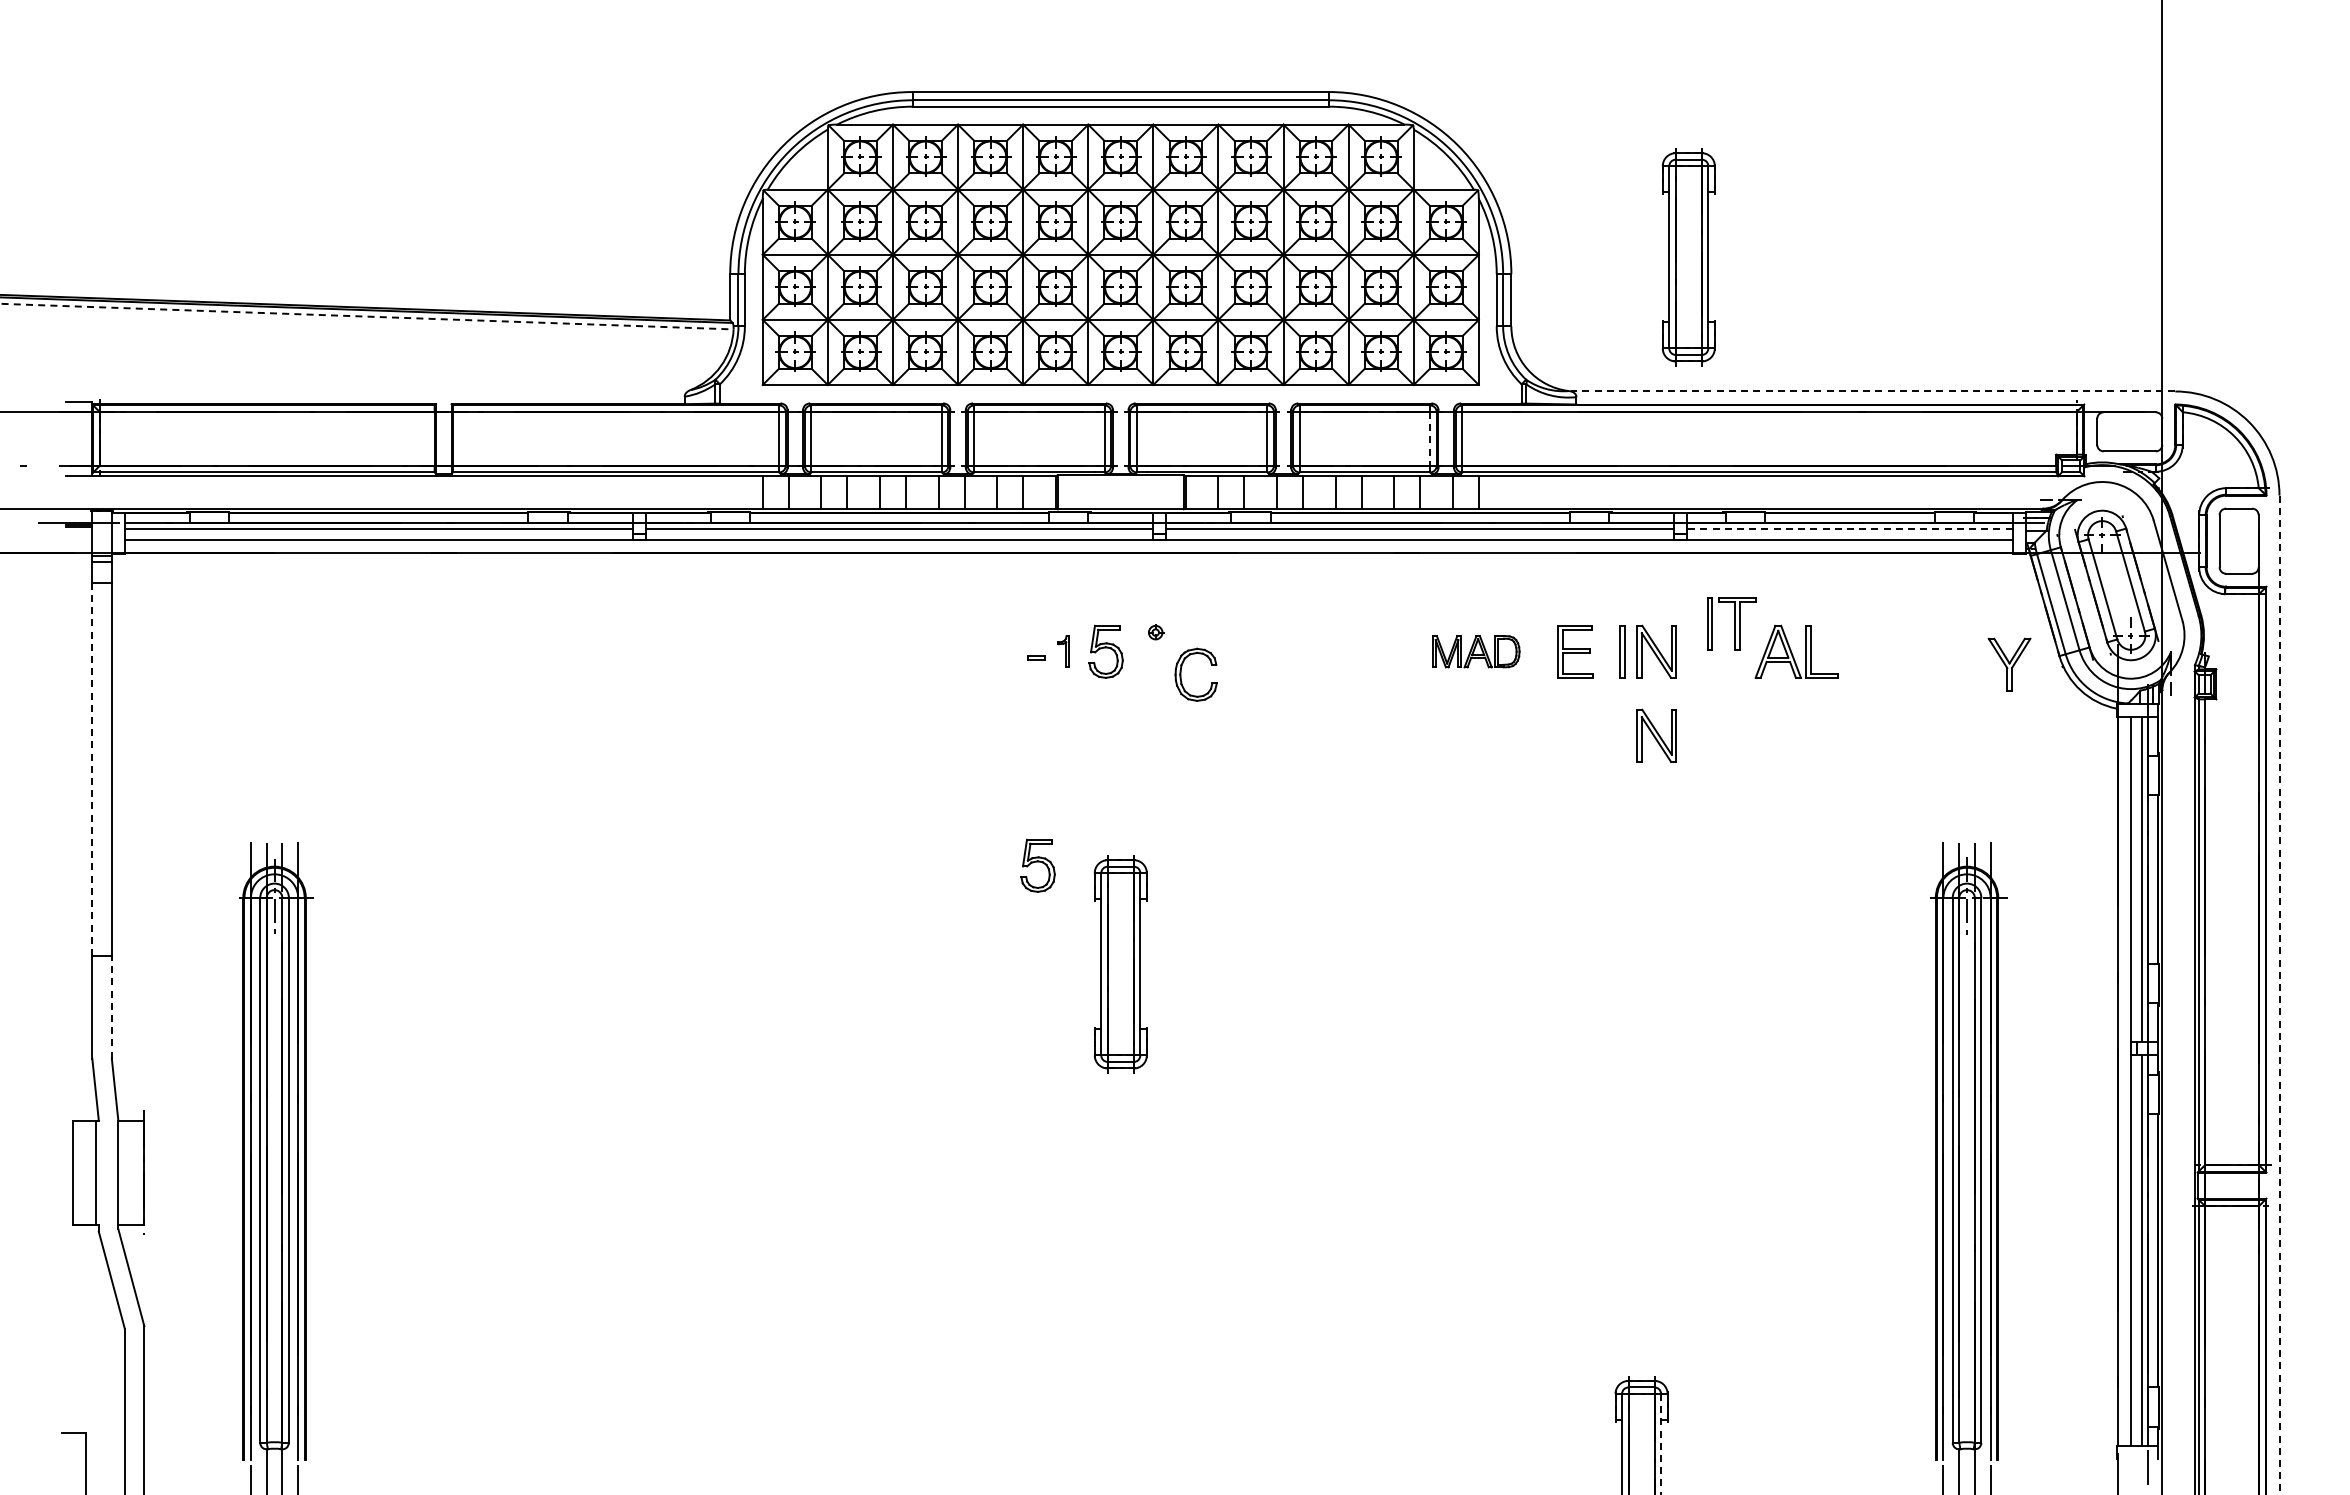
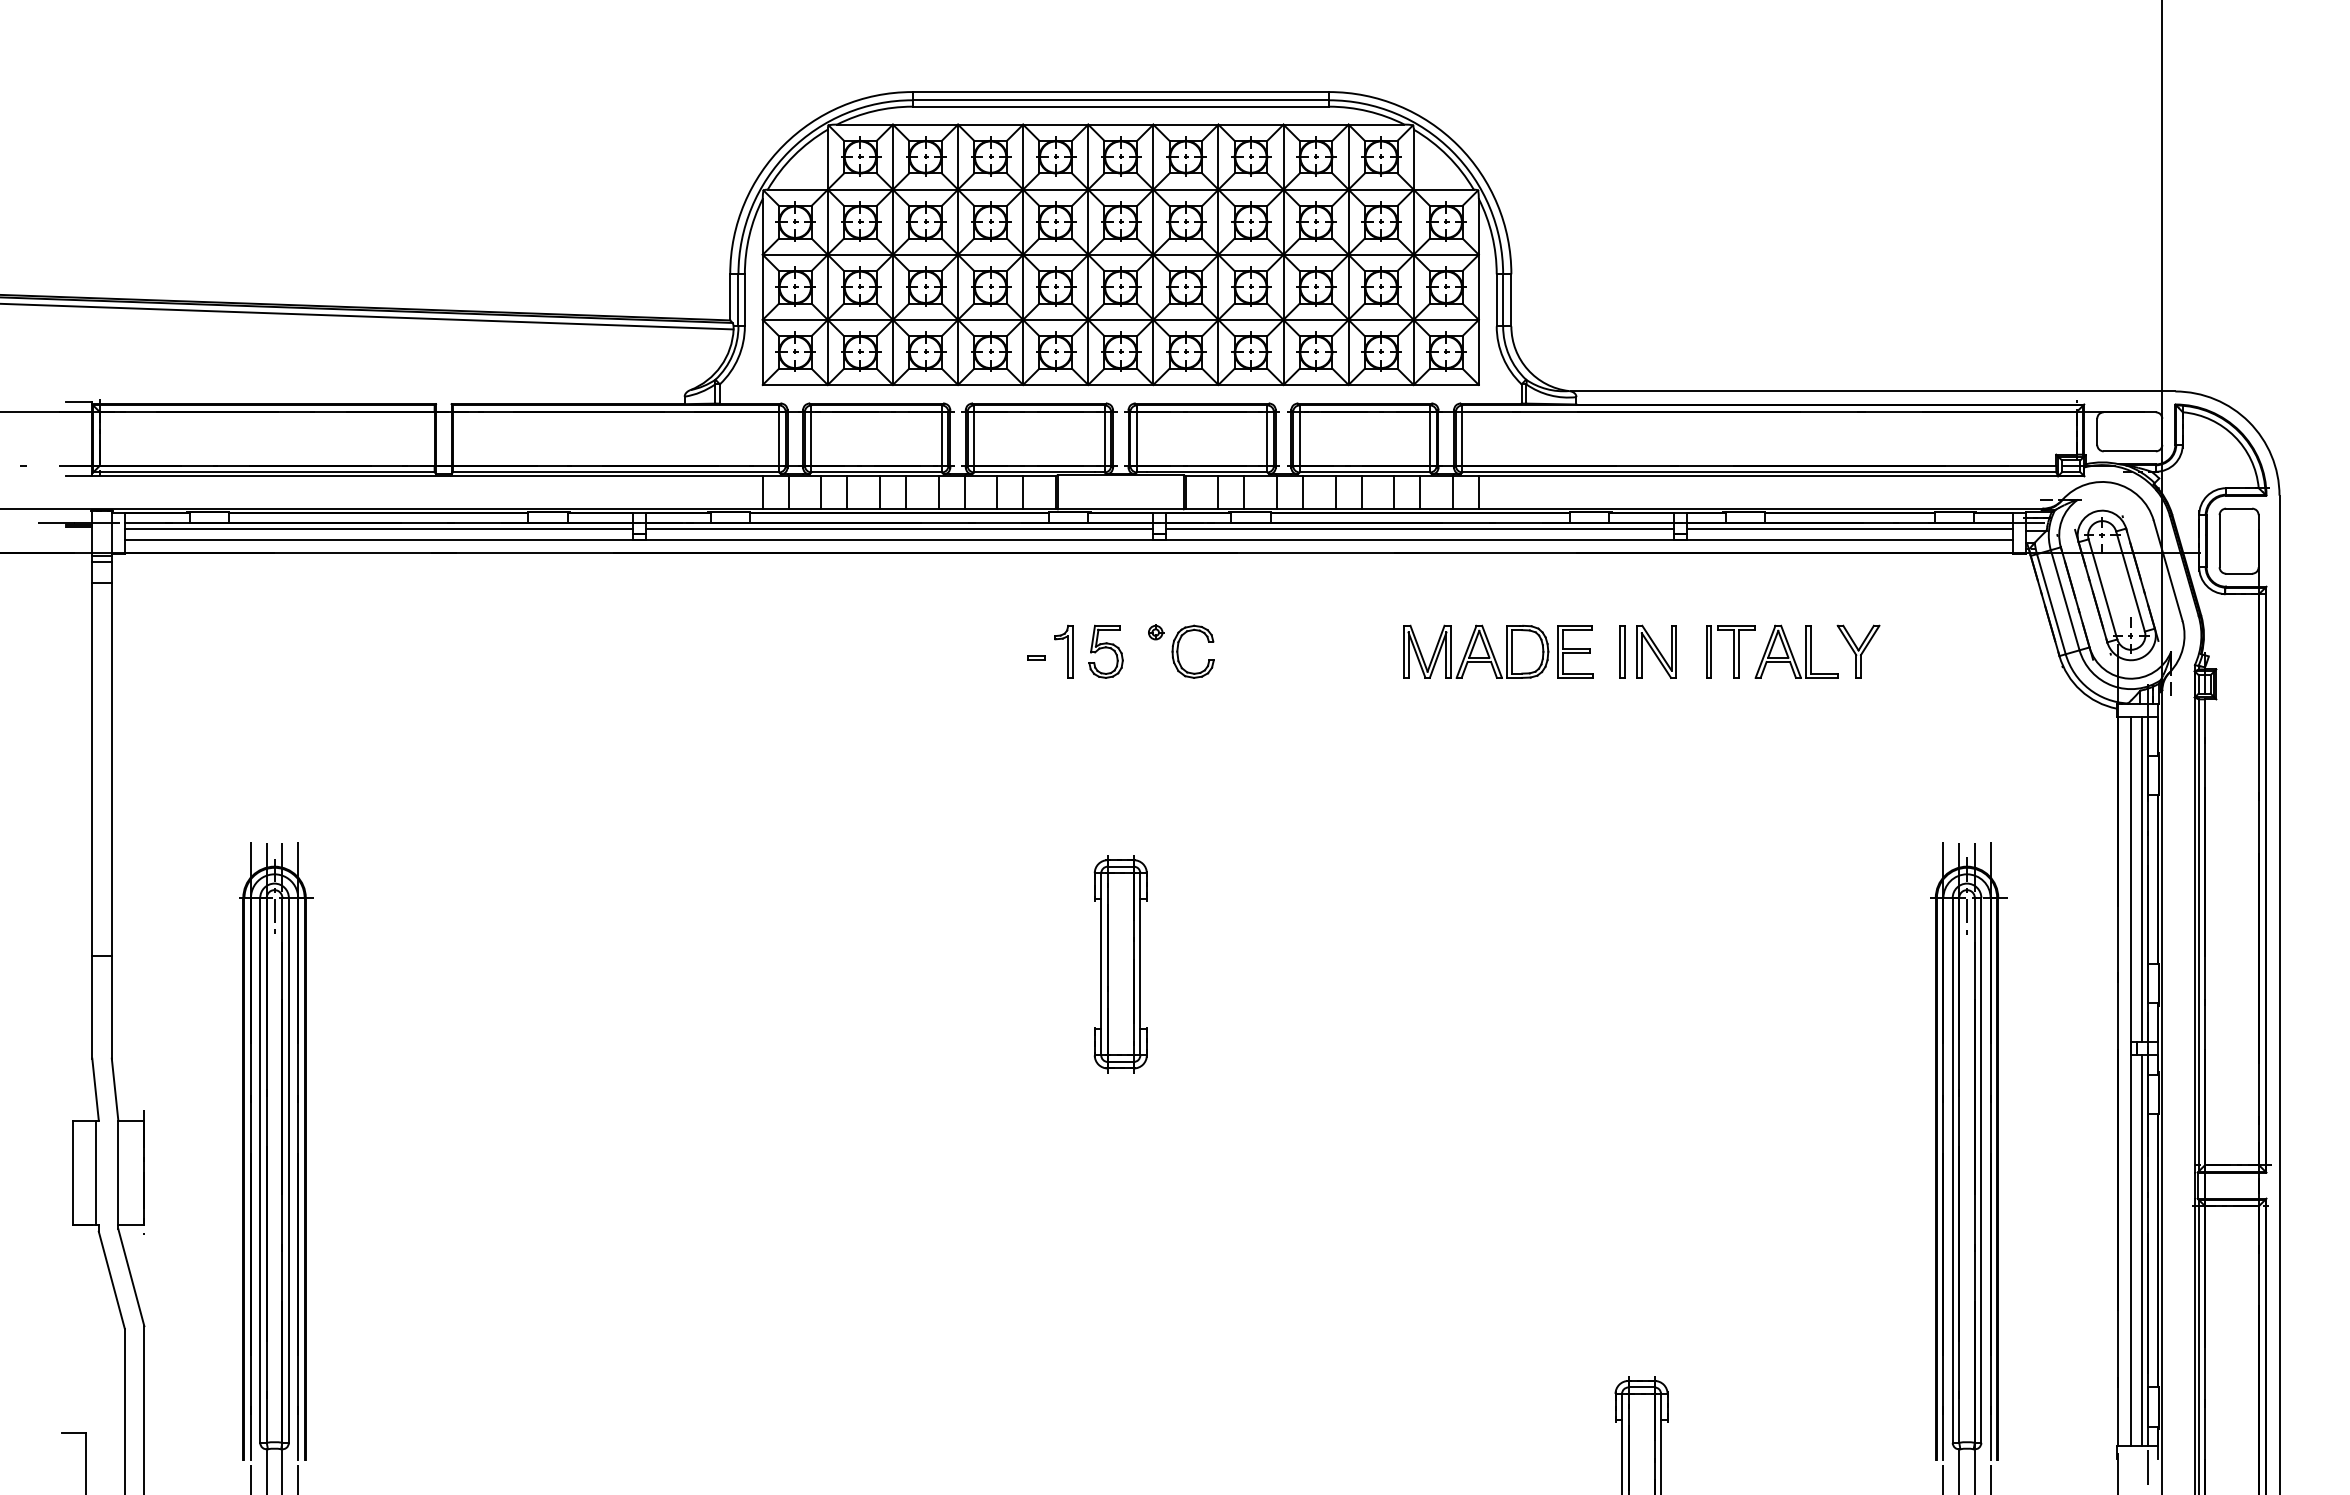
part at (1688, 257): present -> none
line at (366, 316): dashed -> solid
line at (1872, 391): dashed -> solid
line at (1430, 439): dashed -> solid
line at (1849, 528): dashed -> solid
part at (1731, 623) position: (1731, 623) -> (1730, 651)
part at (1063, 651) size: 13x33 px -> 20x55 px
part at (1476, 651) size: 89x34 px -> 147x55 px
part at (2009, 664) position: (2009, 664) -> (1858, 651)
part at (1181, 674) position: (1181, 674) -> (1178, 651)
part at (1656, 735): present -> none
line at (92, 769): dashed -> solid
part at (1037, 865): present -> none
line at (2279, 995): dashed -> solid
line at (111, 1006): dashed -> solid
line at (1661, 1444): dashed -> solid
